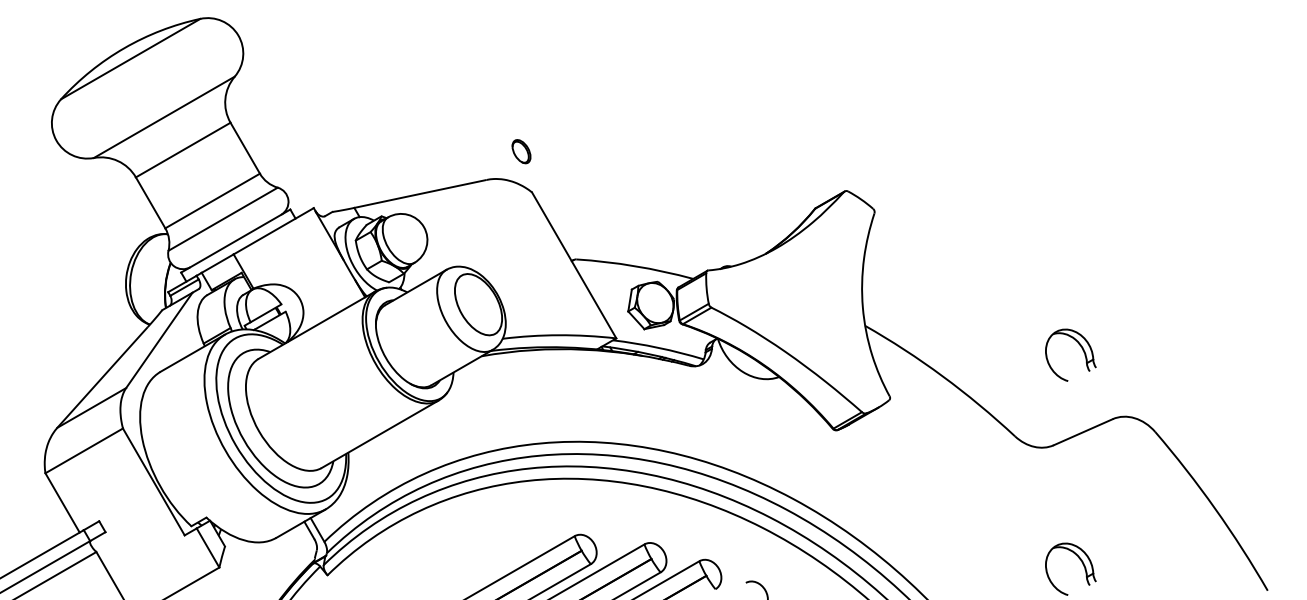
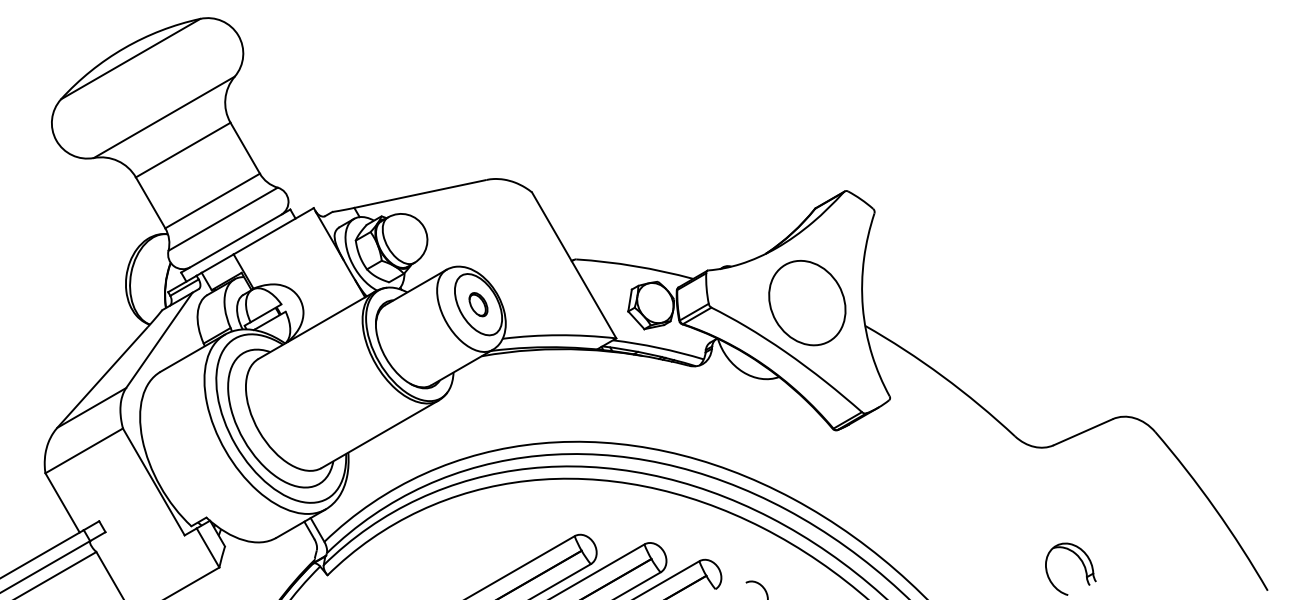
part at (521, 151) position: (521, 151) -> (478, 304)
part at (807, 303): none -> present
part at (1081, 348): present -> none
